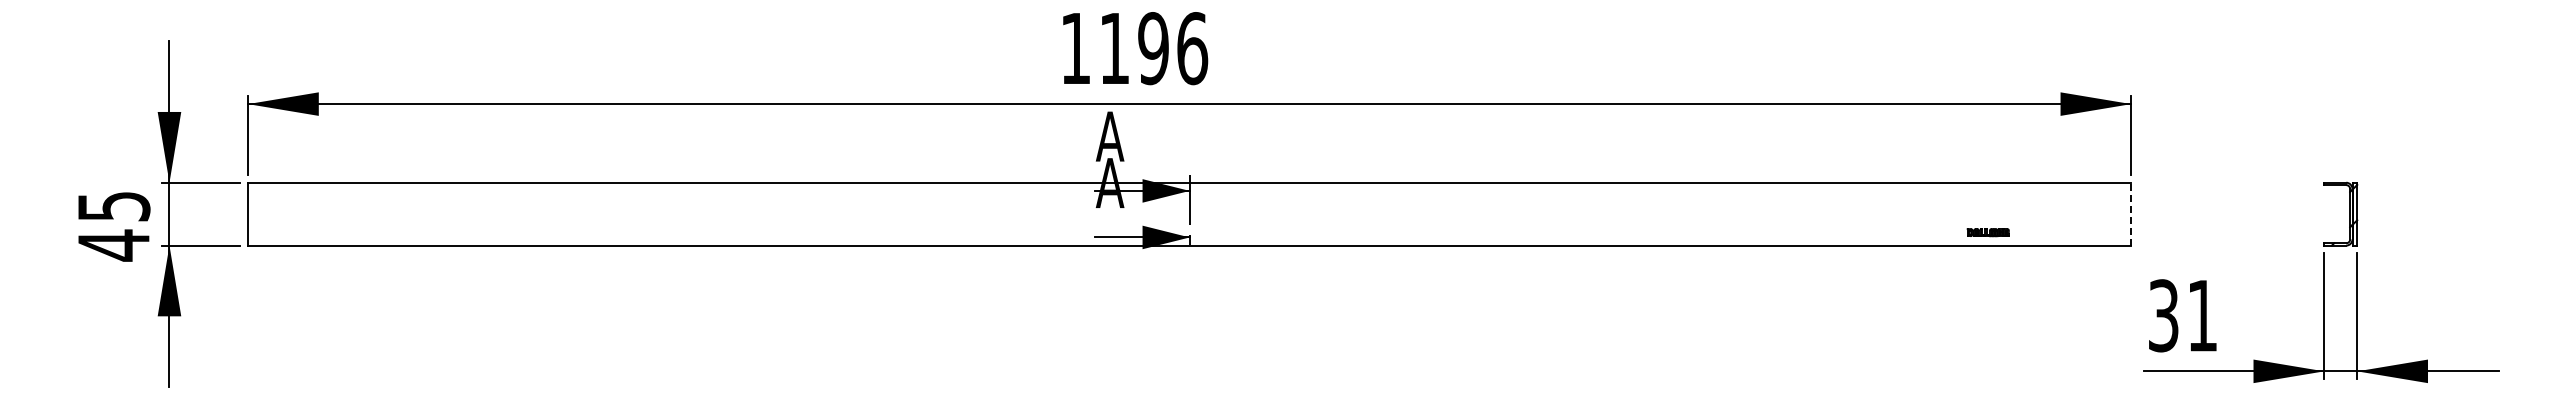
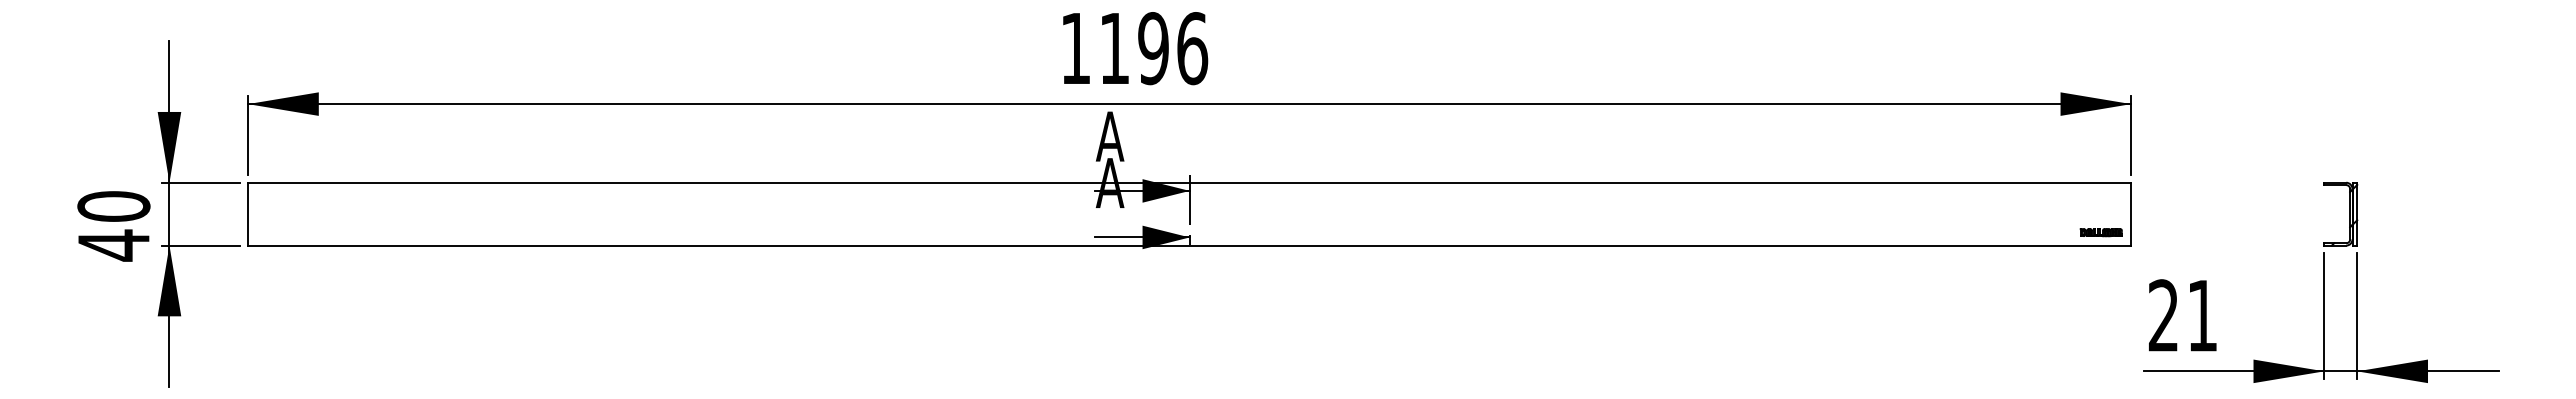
text at (113, 206): 45 -> 40
line at (2131, 213): dashed -> solid
part at (1987, 232) position: (1987, 232) -> (2100, 232)
text at (2163, 315): 31 -> 21
